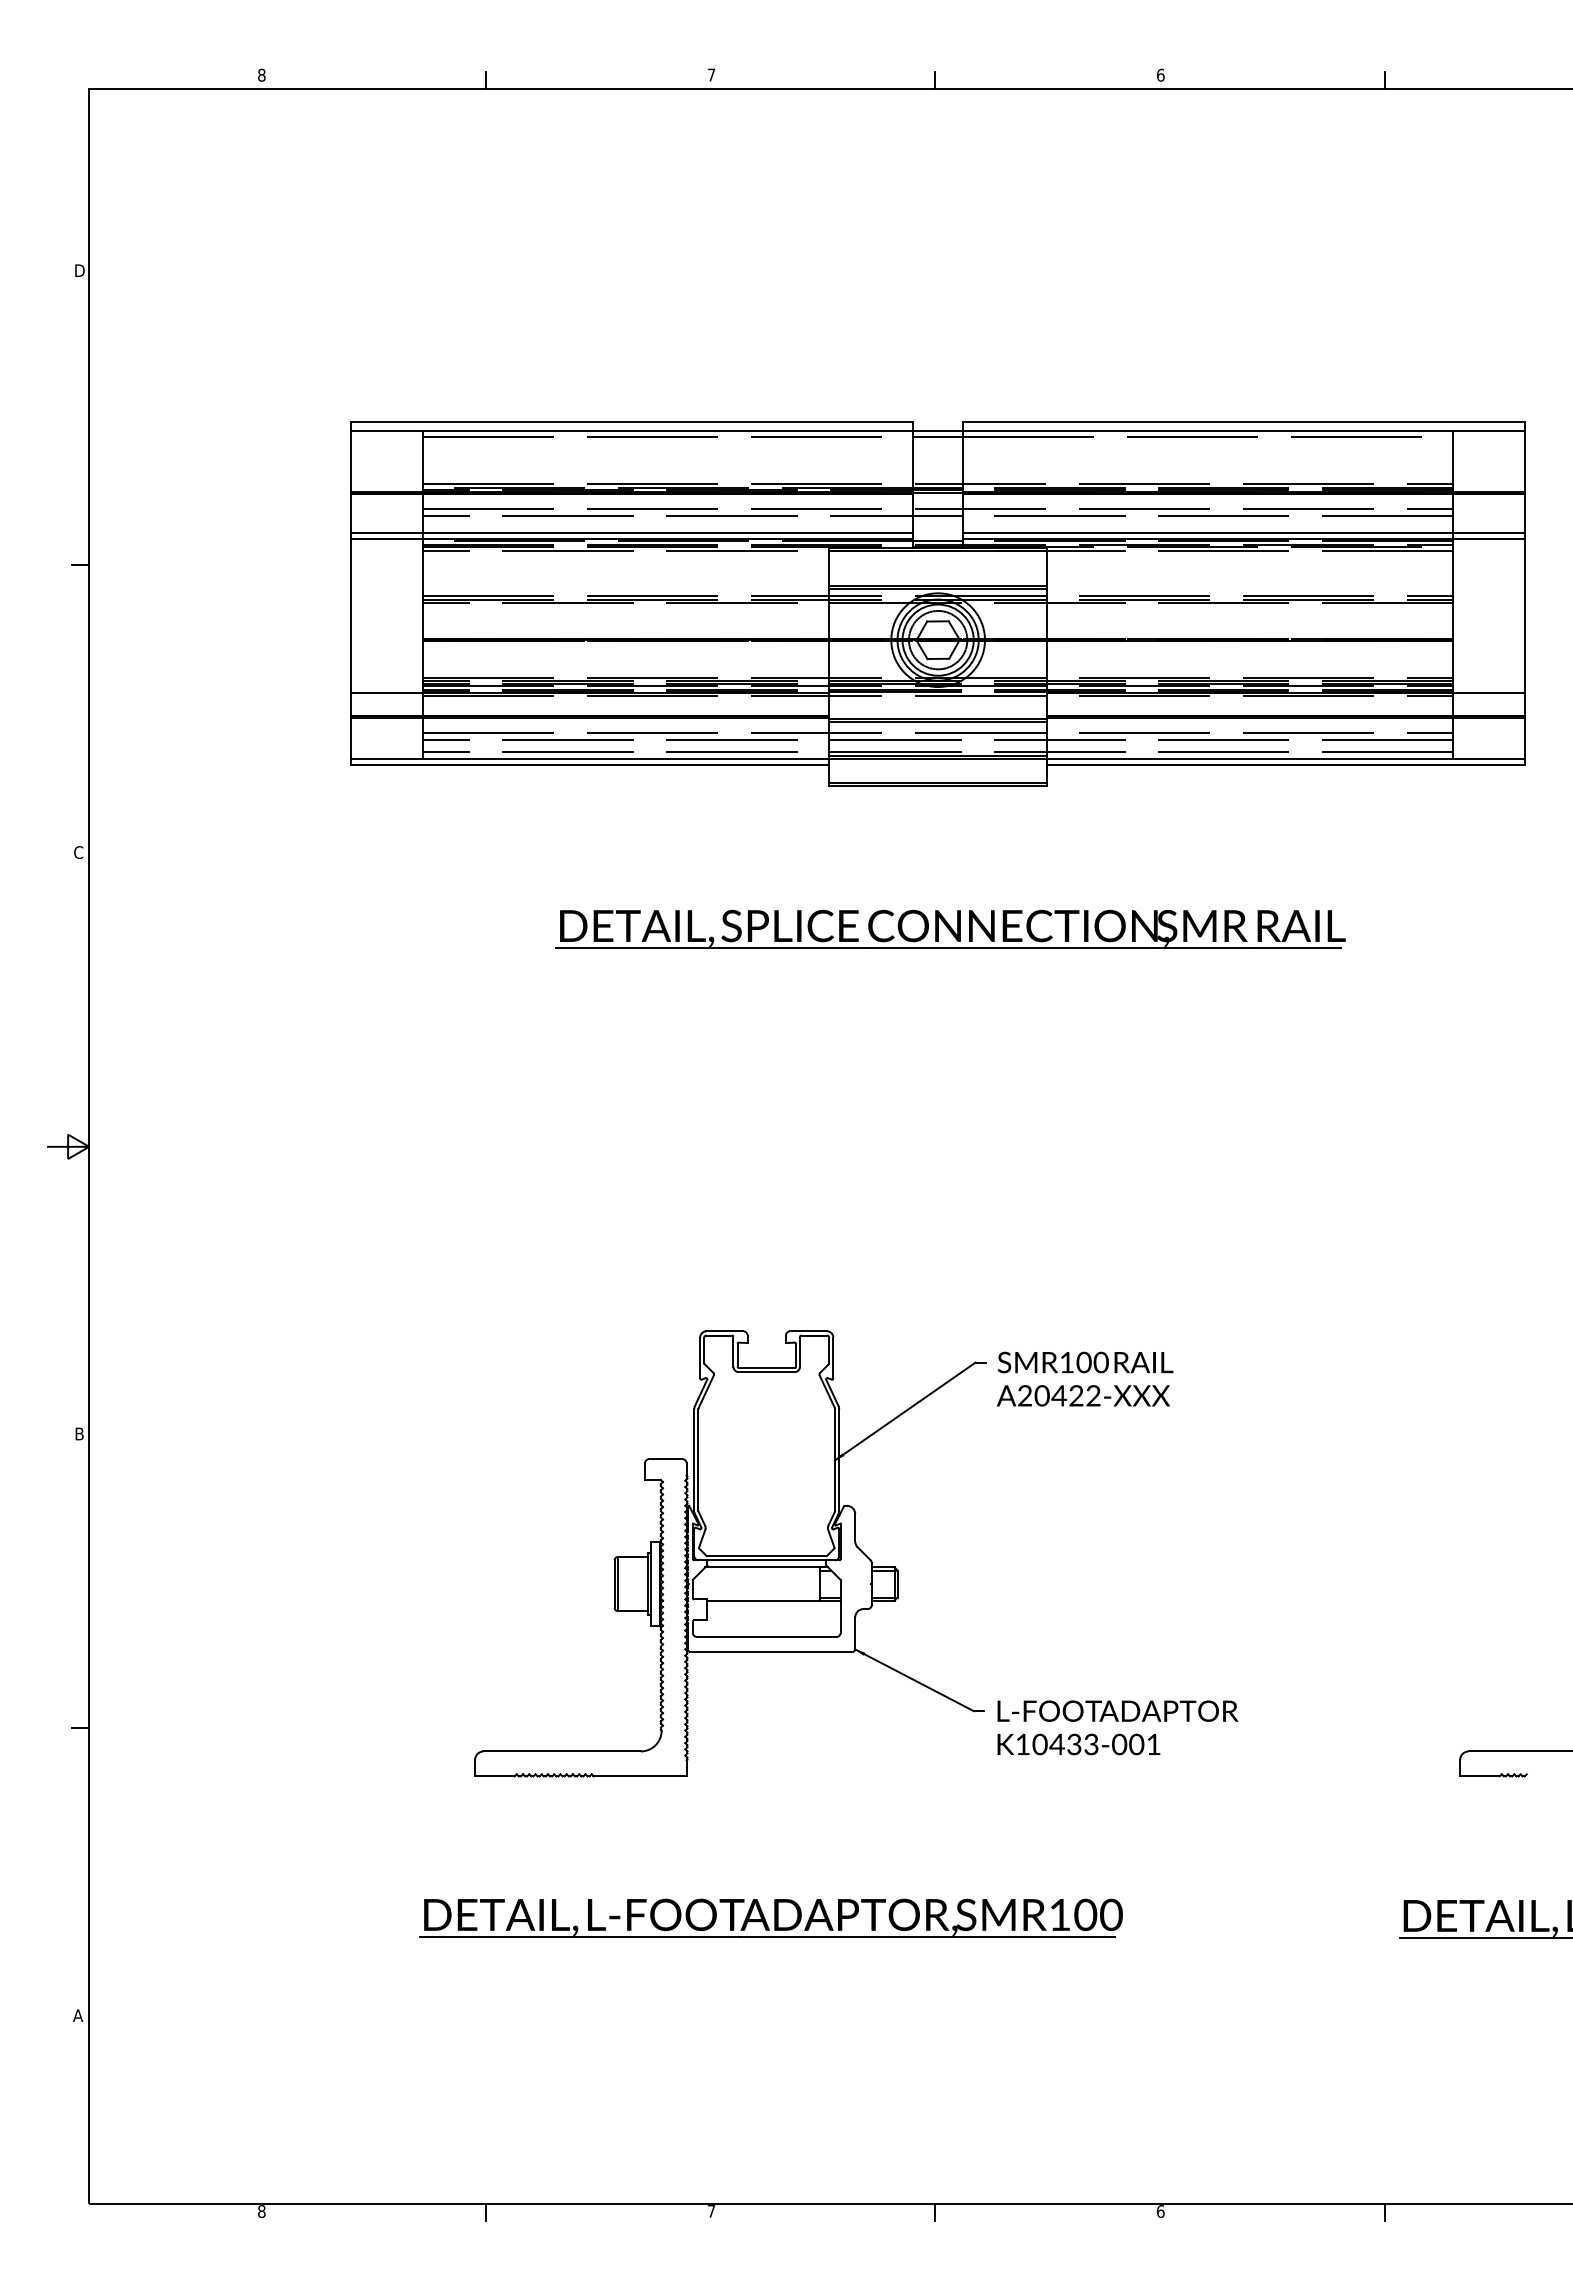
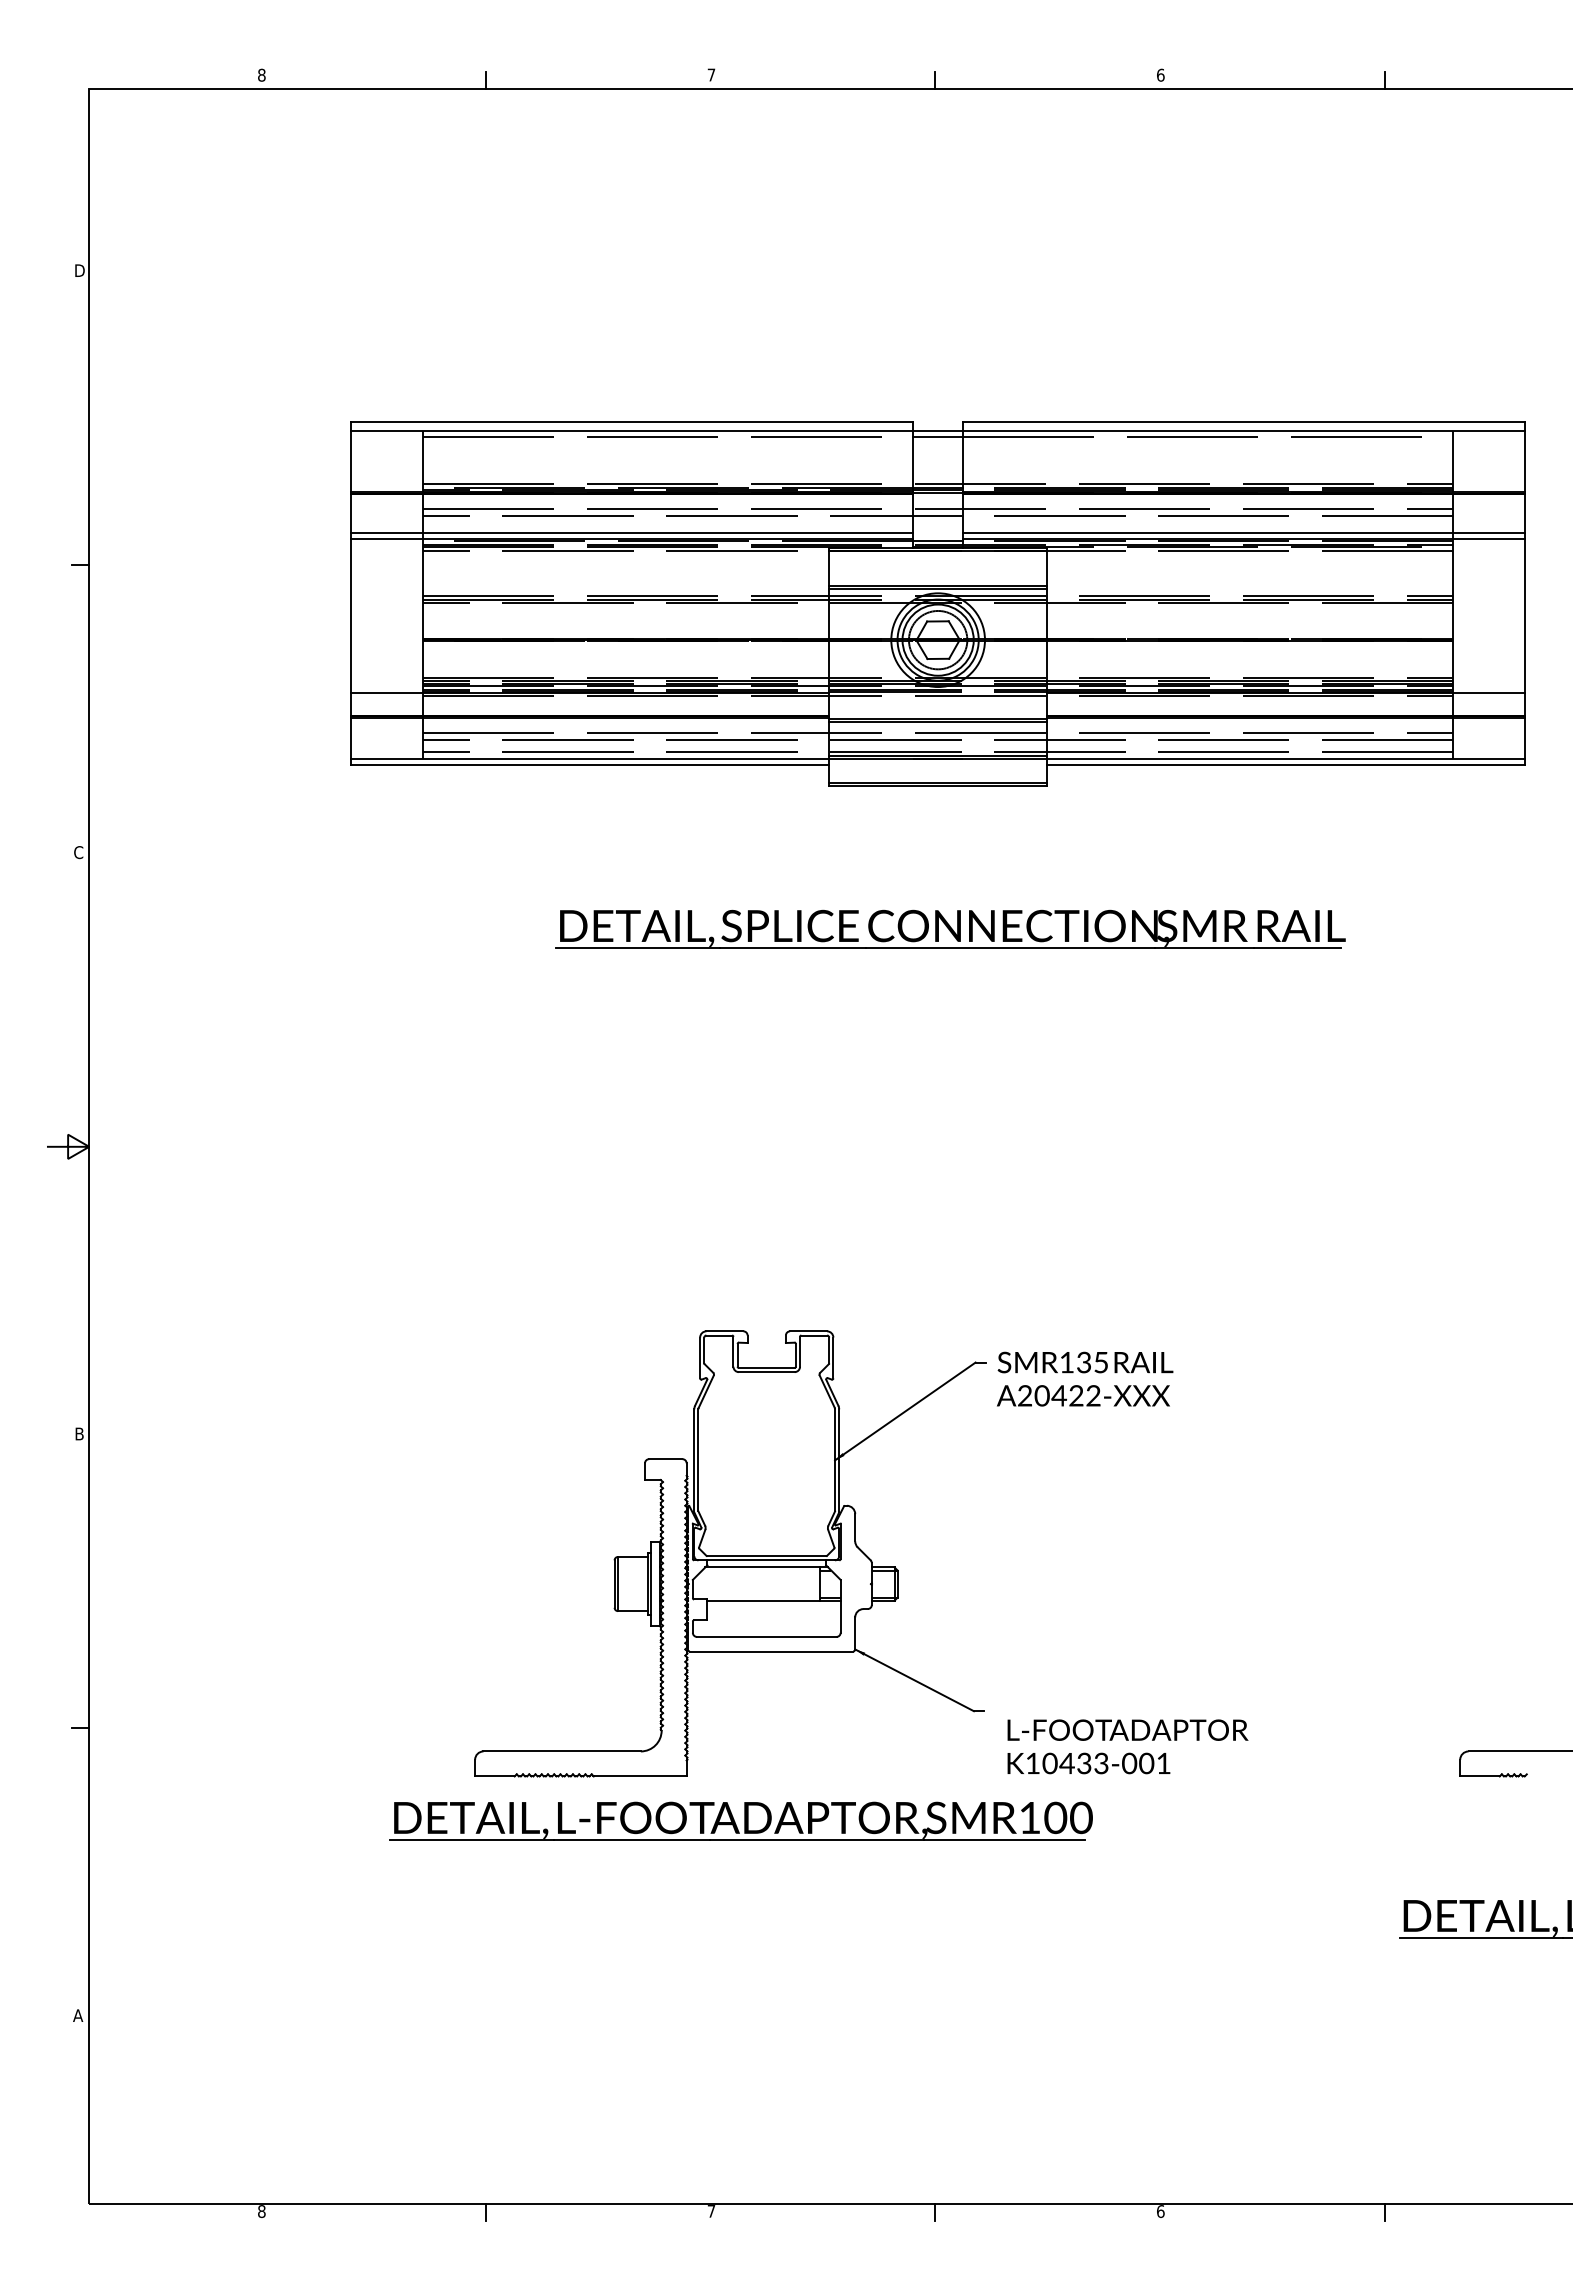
text at (1092, 1362): SMR100 -> SMR135
text at (1117, 1727) position: (1117, 1727) -> (1127, 1746)
part at (770, 1917) position: (770, 1917) -> (740, 1820)
